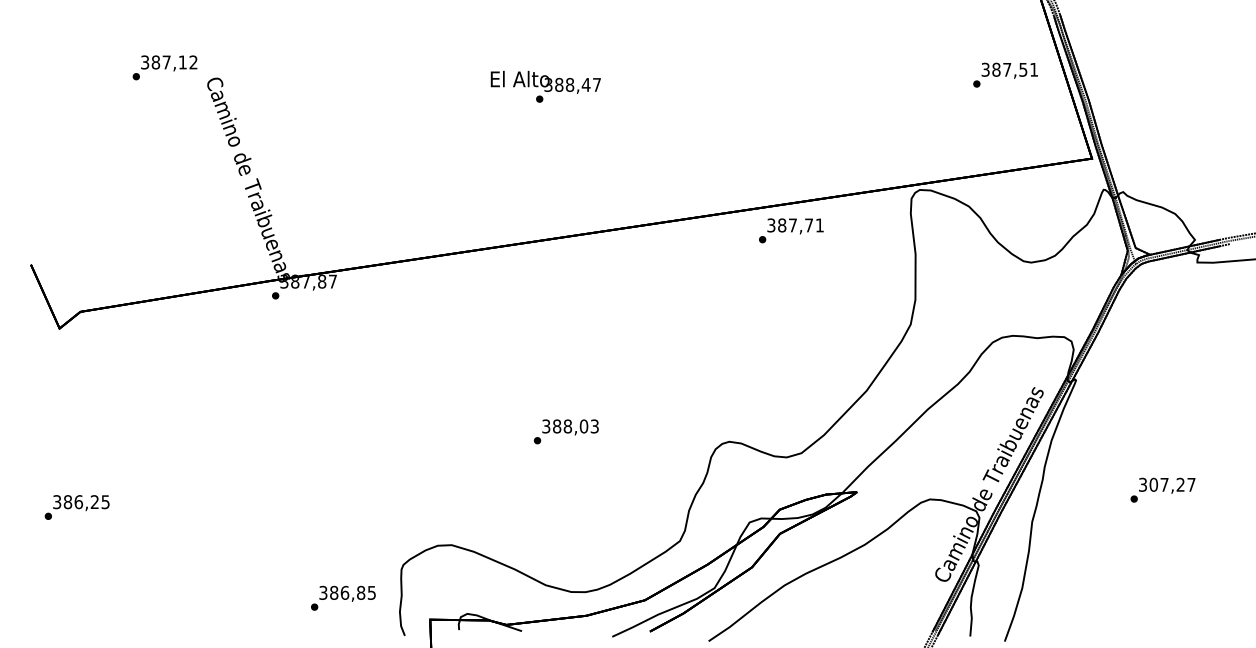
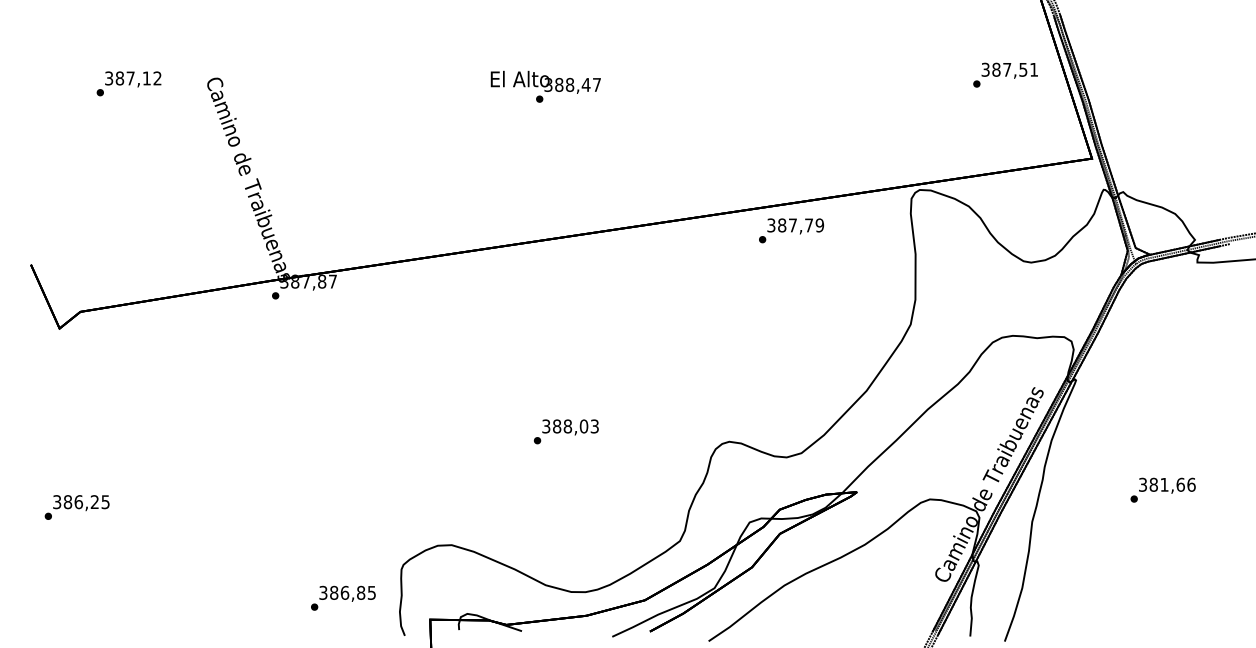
text at (164, 67) position: (164, 67) -> (128, 83)
text at (819, 225): 387,71 -> 387,79
text at (1172, 484): 307,27 -> 381,66
